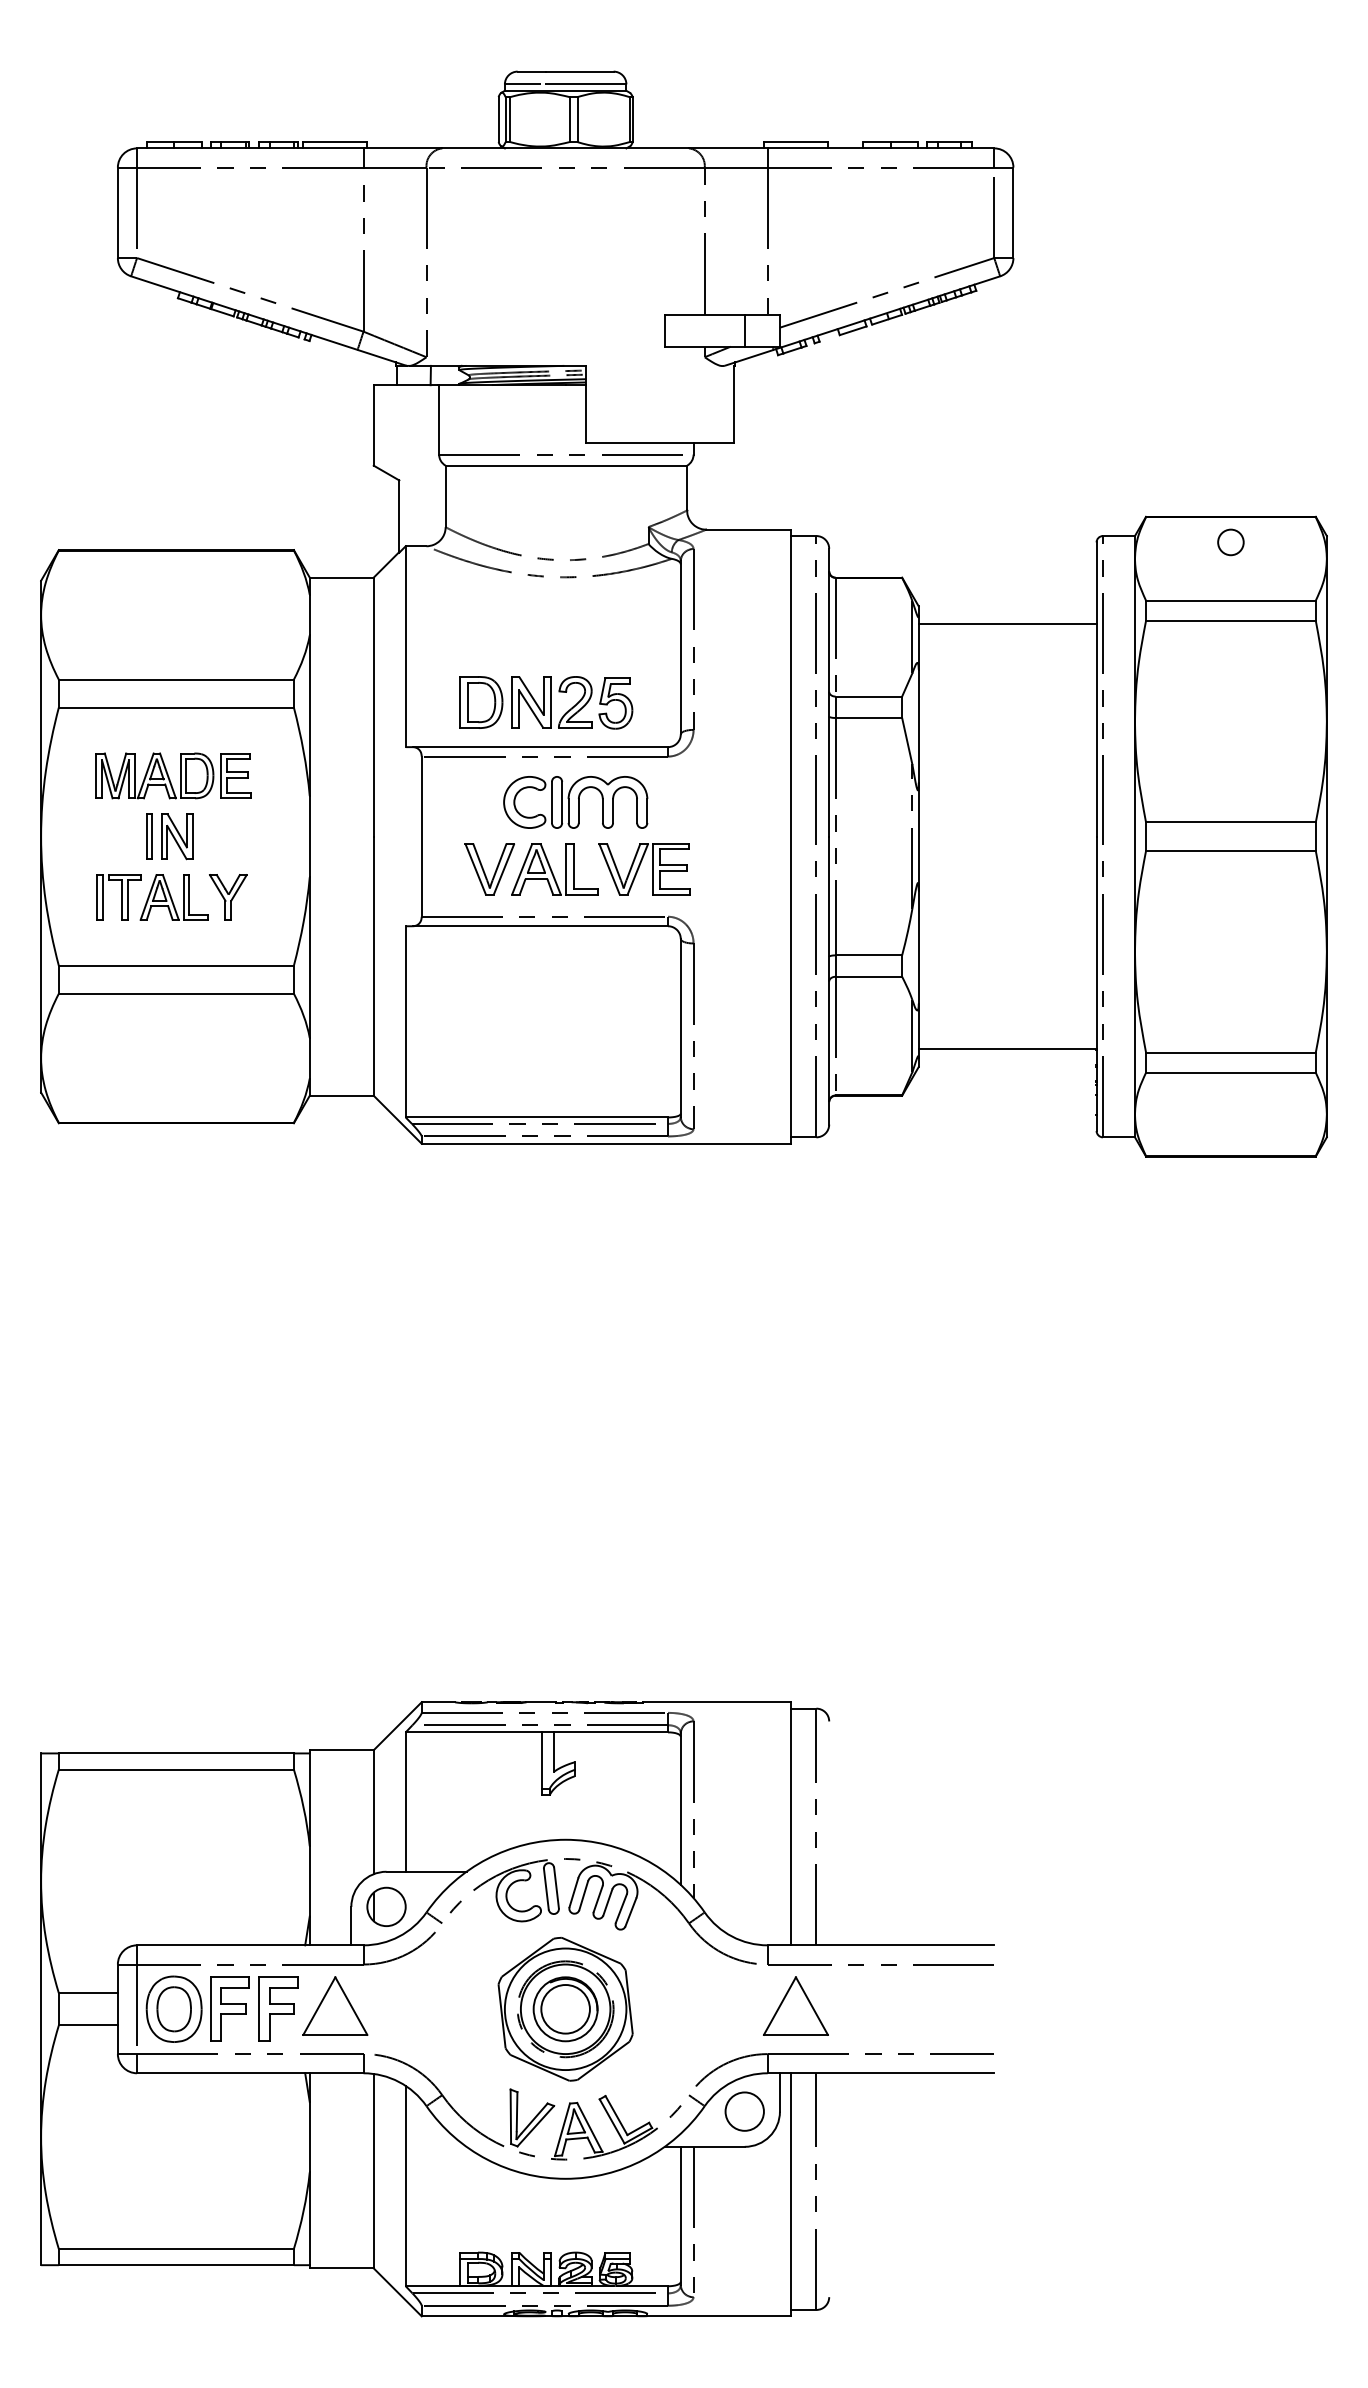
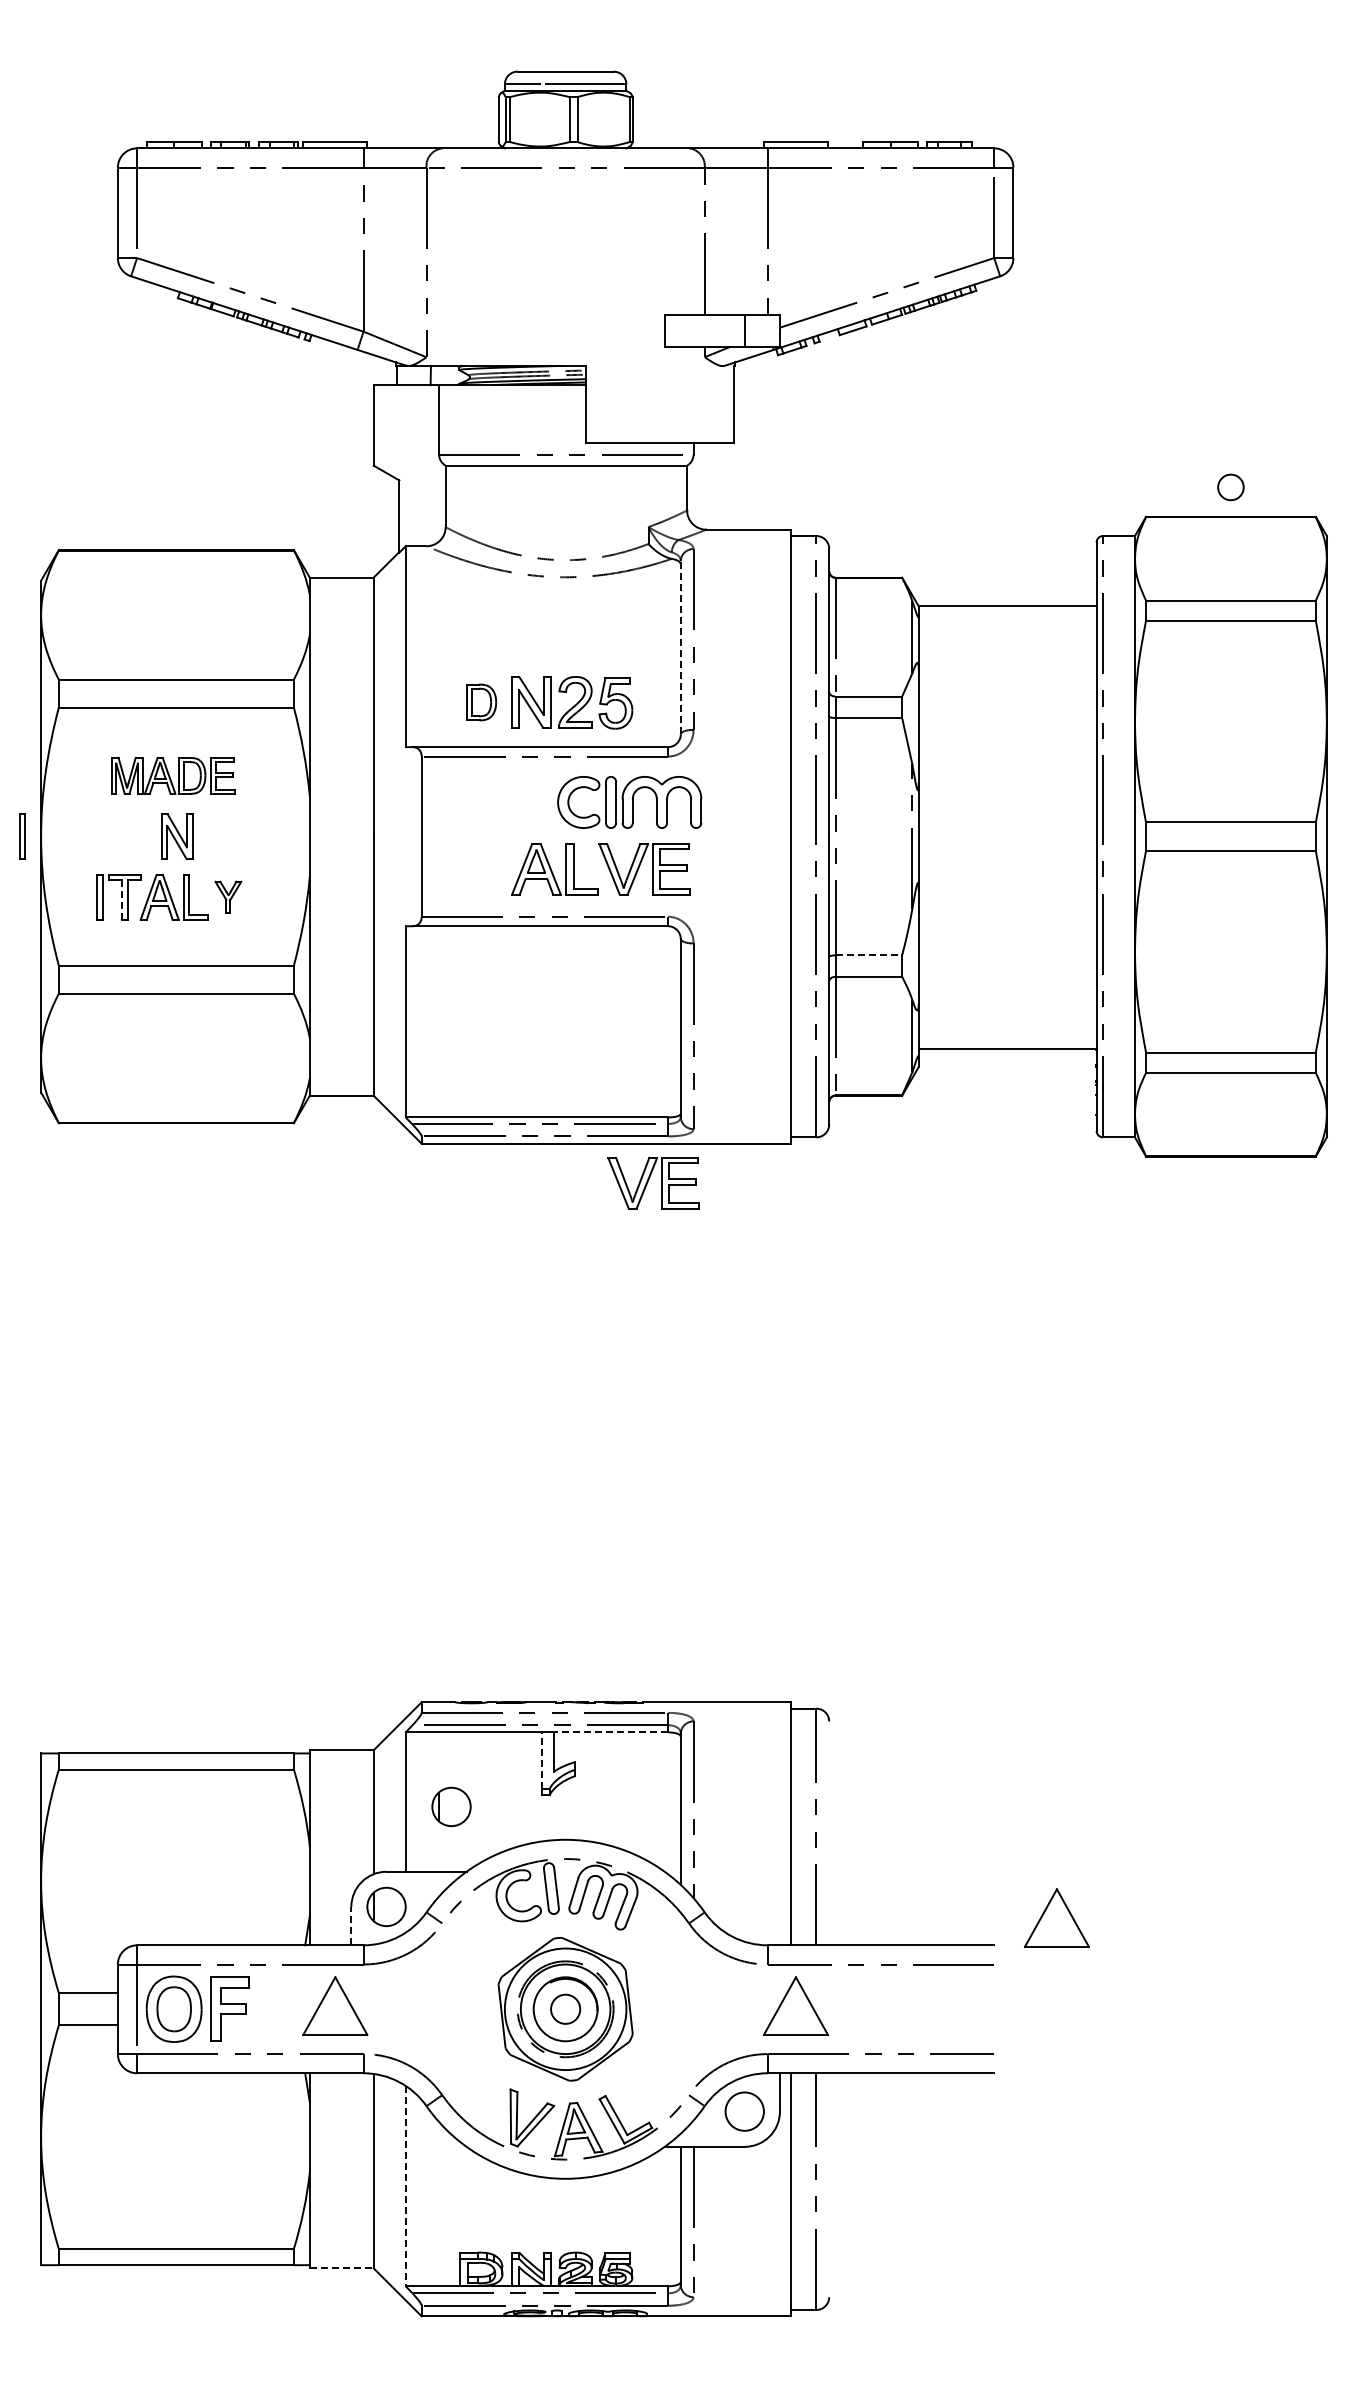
circle at (1230, 542) position: (1230, 542) -> (1230, 487)
line at (1007, 624) position: (1007, 624) -> (1007, 606)
line at (680, 647): solid -> dashed
part at (481, 702) size: 45x53 px -> 32x39 px
part at (173, 775) size: 157x48 px -> 125x38 px
part at (575, 802) position: (575, 802) -> (629, 802)
part at (149, 836) position: (149, 836) -> (22, 836)
part at (489, 869): present -> none
part at (228, 897) size: 39x47 px -> 29x34 px
line at (122, 900): solid -> dashed
line at (869, 955): solid -> dashed
part at (653, 1183): none -> present
line at (610, 1732): solid -> dashed
line at (542, 1759): solid -> dashed
part at (451, 1806): none -> present
part at (1056, 1917): none -> present
line at (351, 1925): solid -> dashed
part at (278, 2008): present -> none
circle at (565, 2009) diameter: 49 px -> 29 px
line at (405, 2186): solid -> dashed
line at (341, 2268): solid -> dashed
